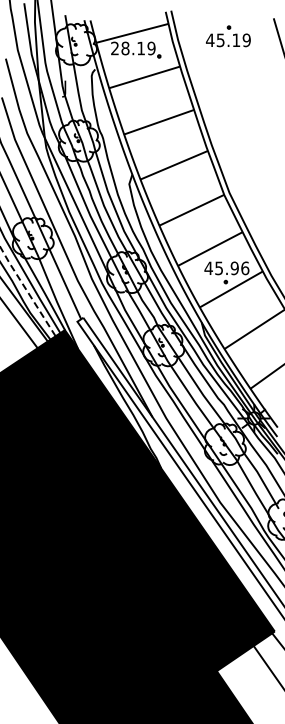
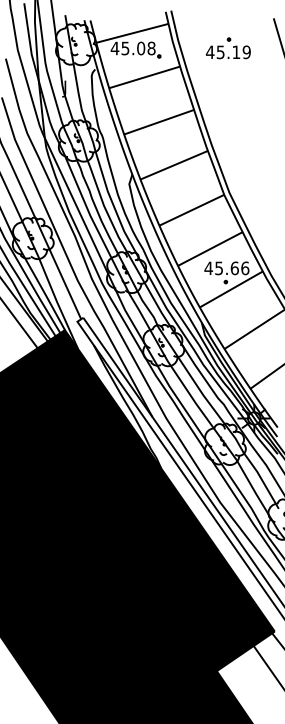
part at (228, 36) position: (228, 36) -> (228, 48)
text at (132, 48): 28.19 -> 45.08
text at (234, 268): 45.96 -> 45.66
line at (27, 290): dashed -> solid
